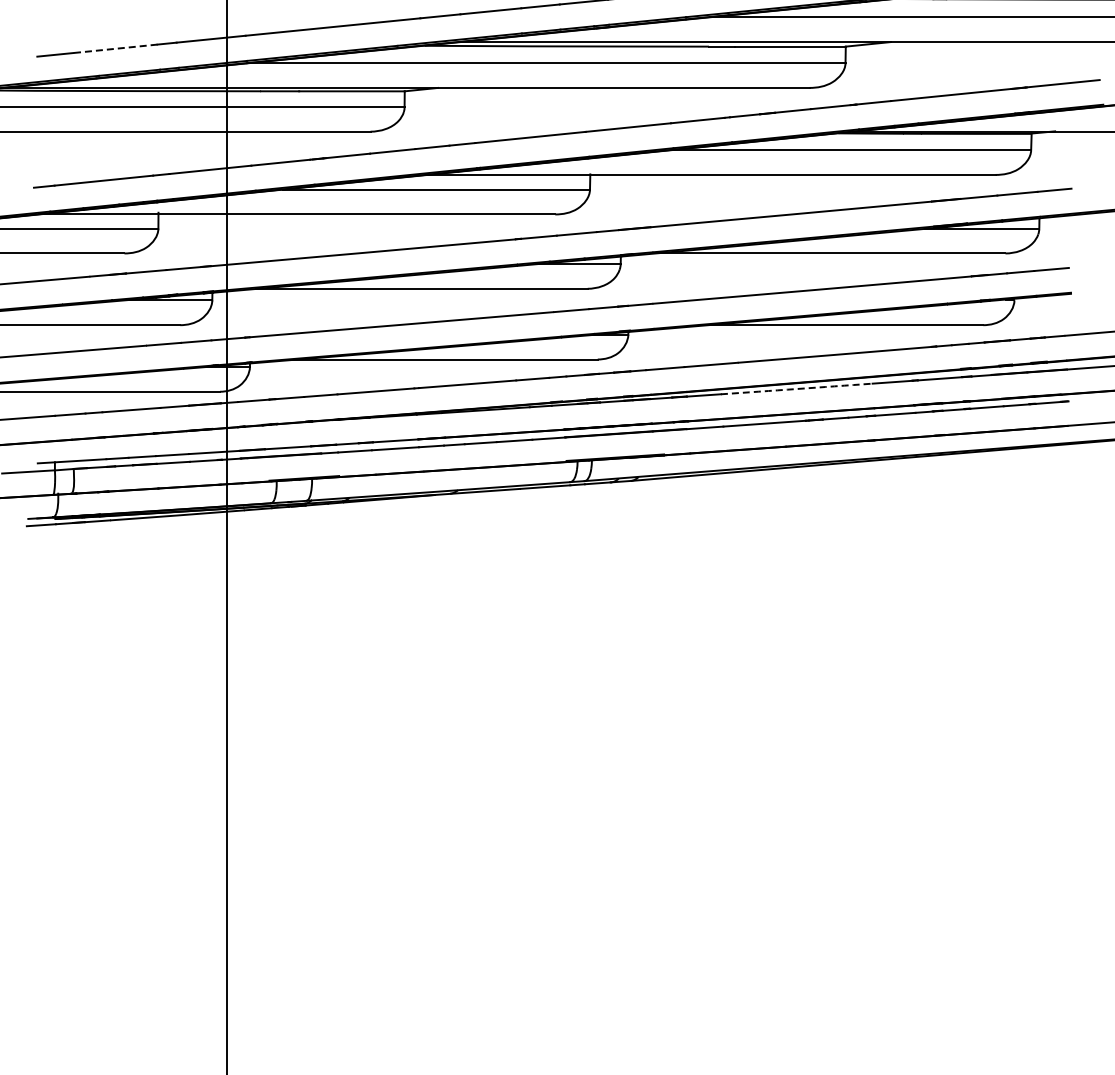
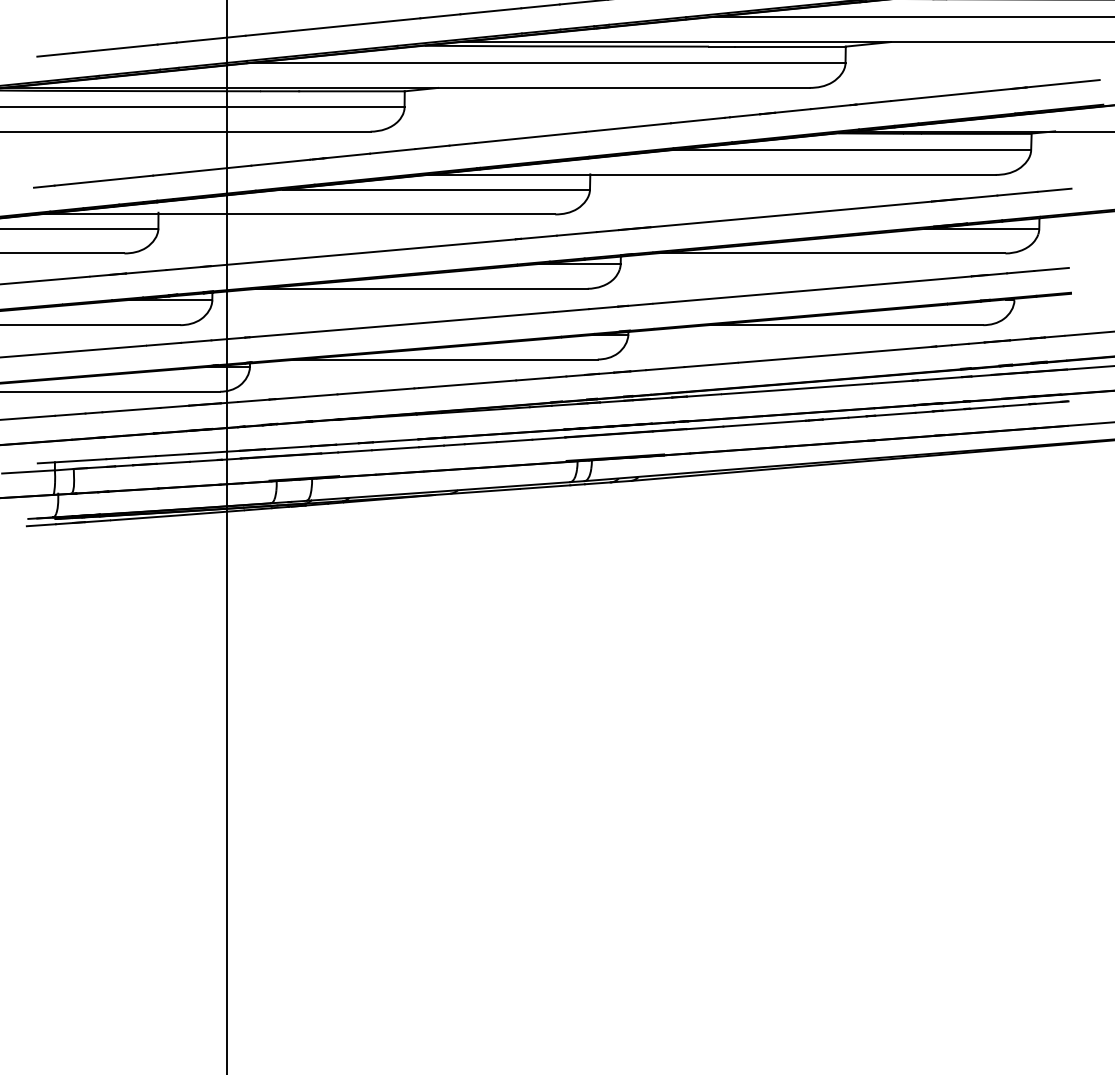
line at (115, 48): dashed -> solid
arc at (796, 389): dashed -> solid
